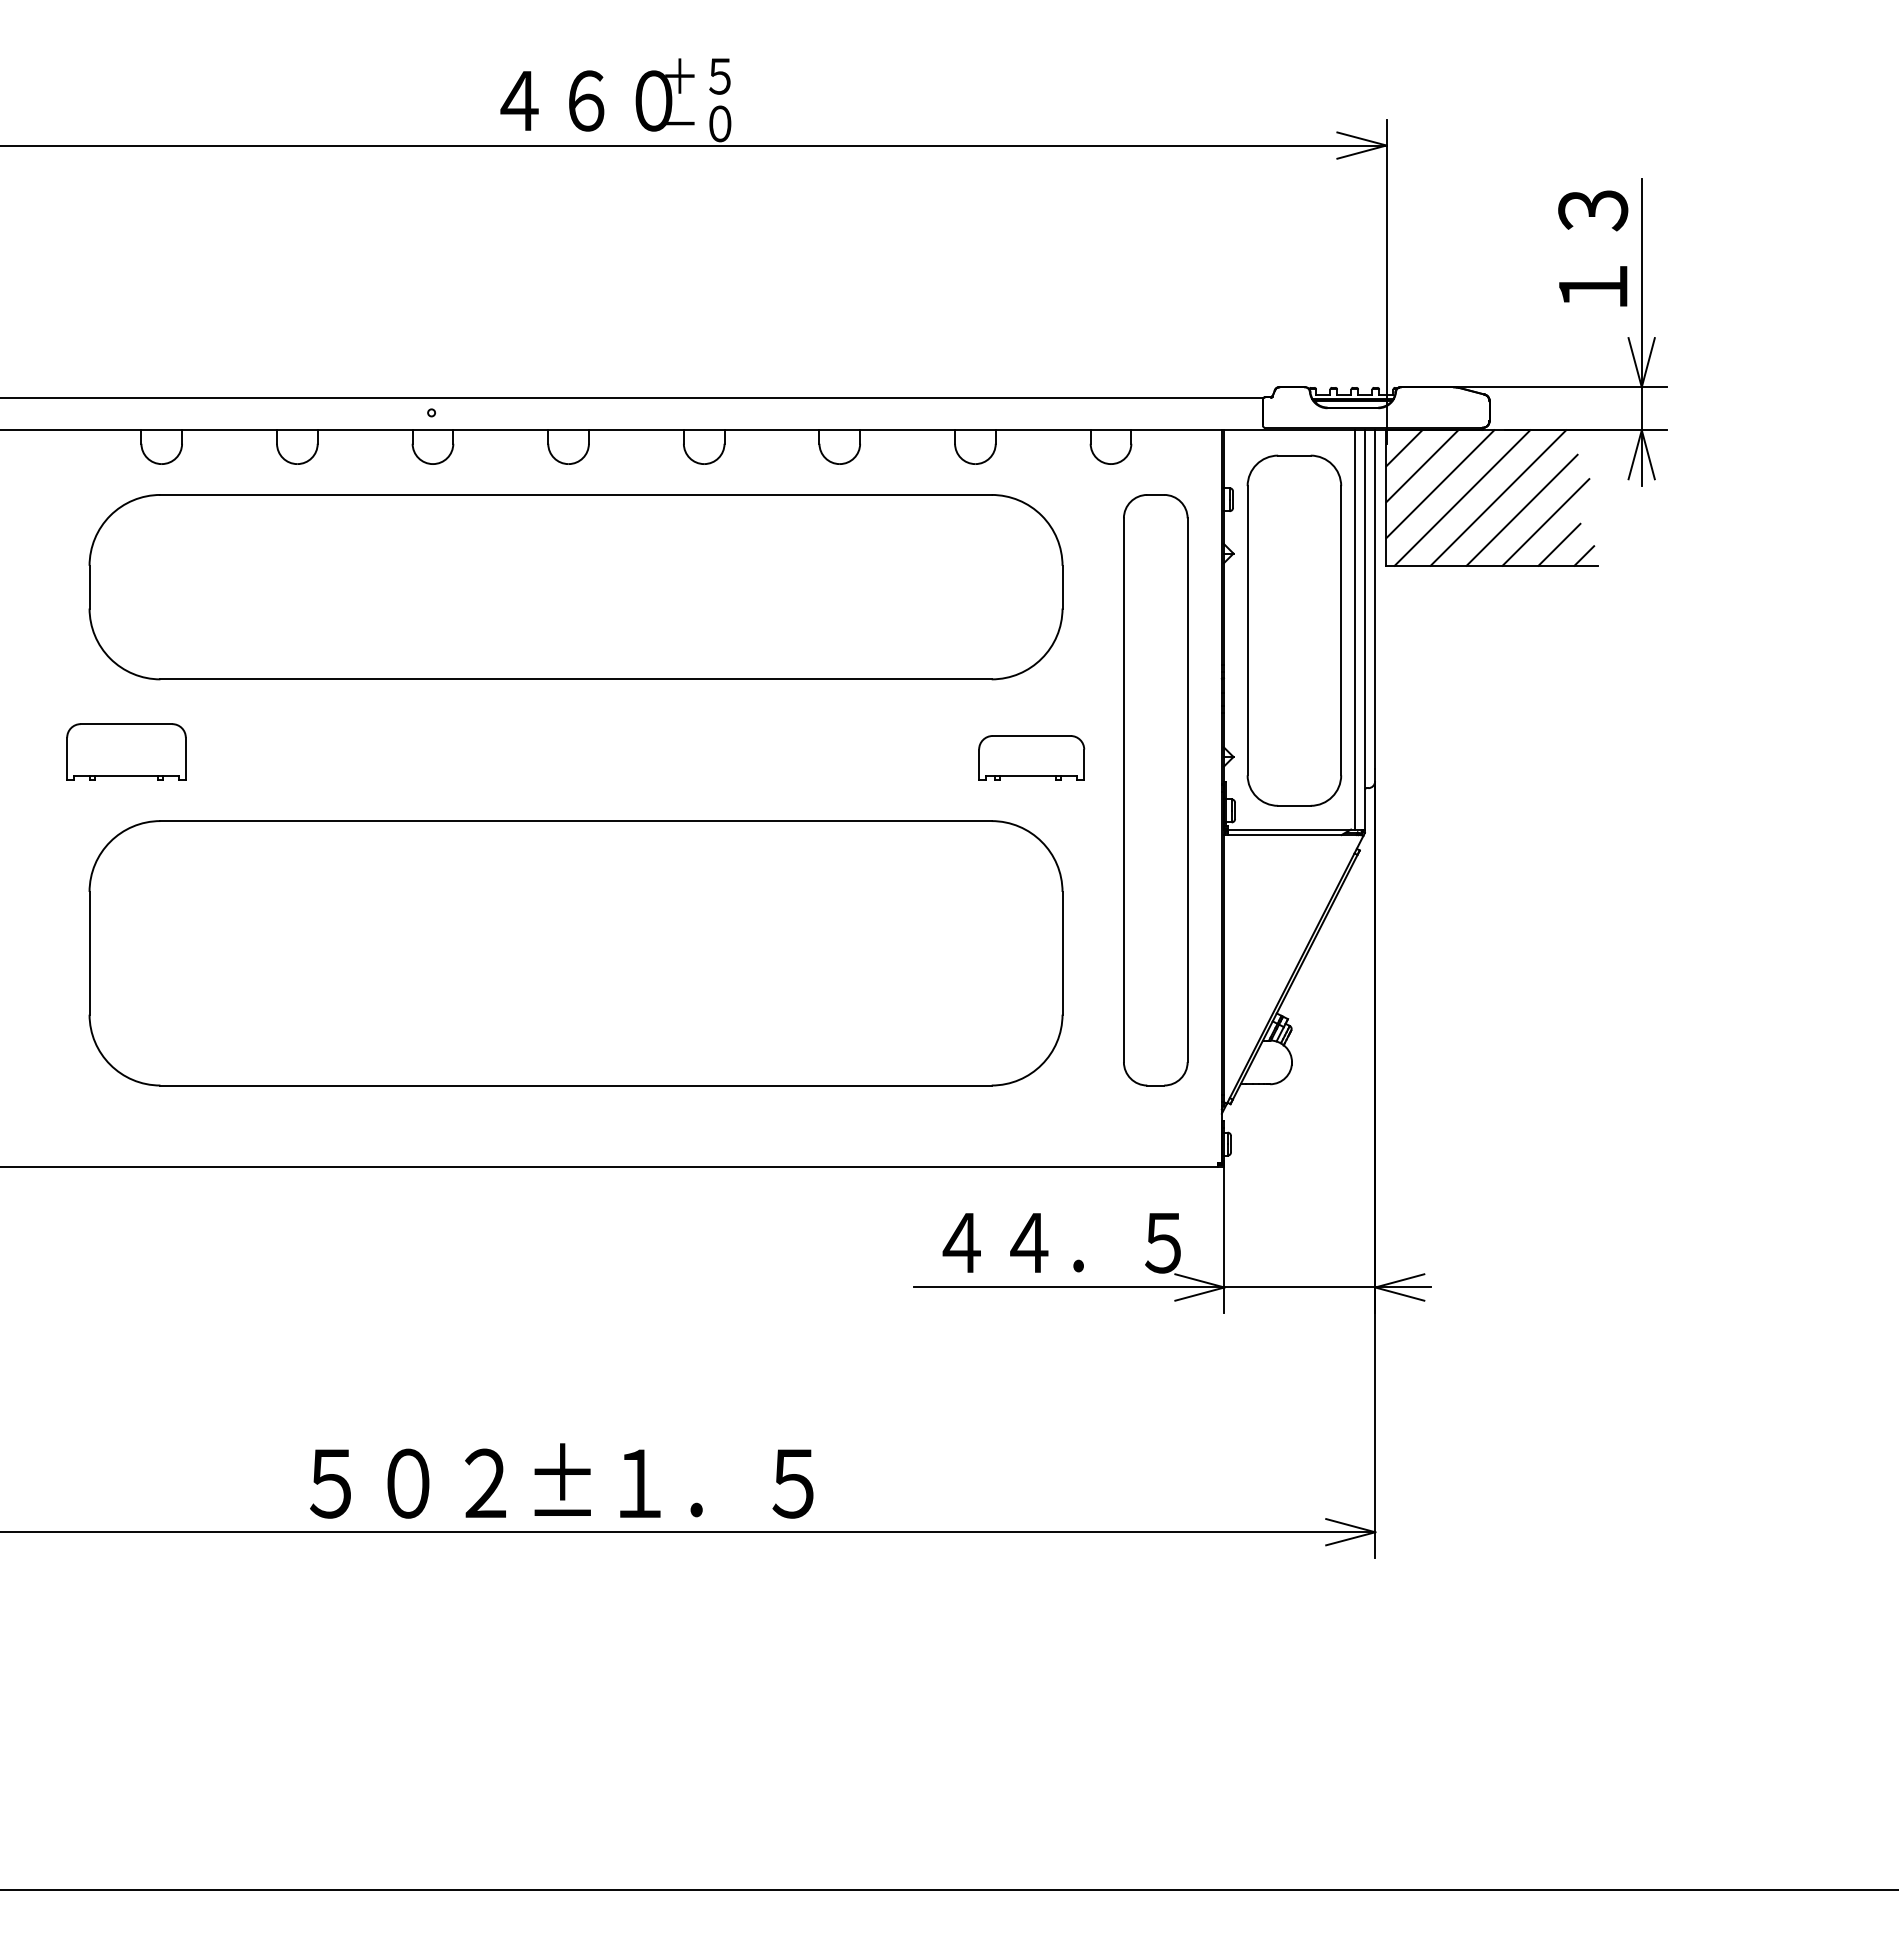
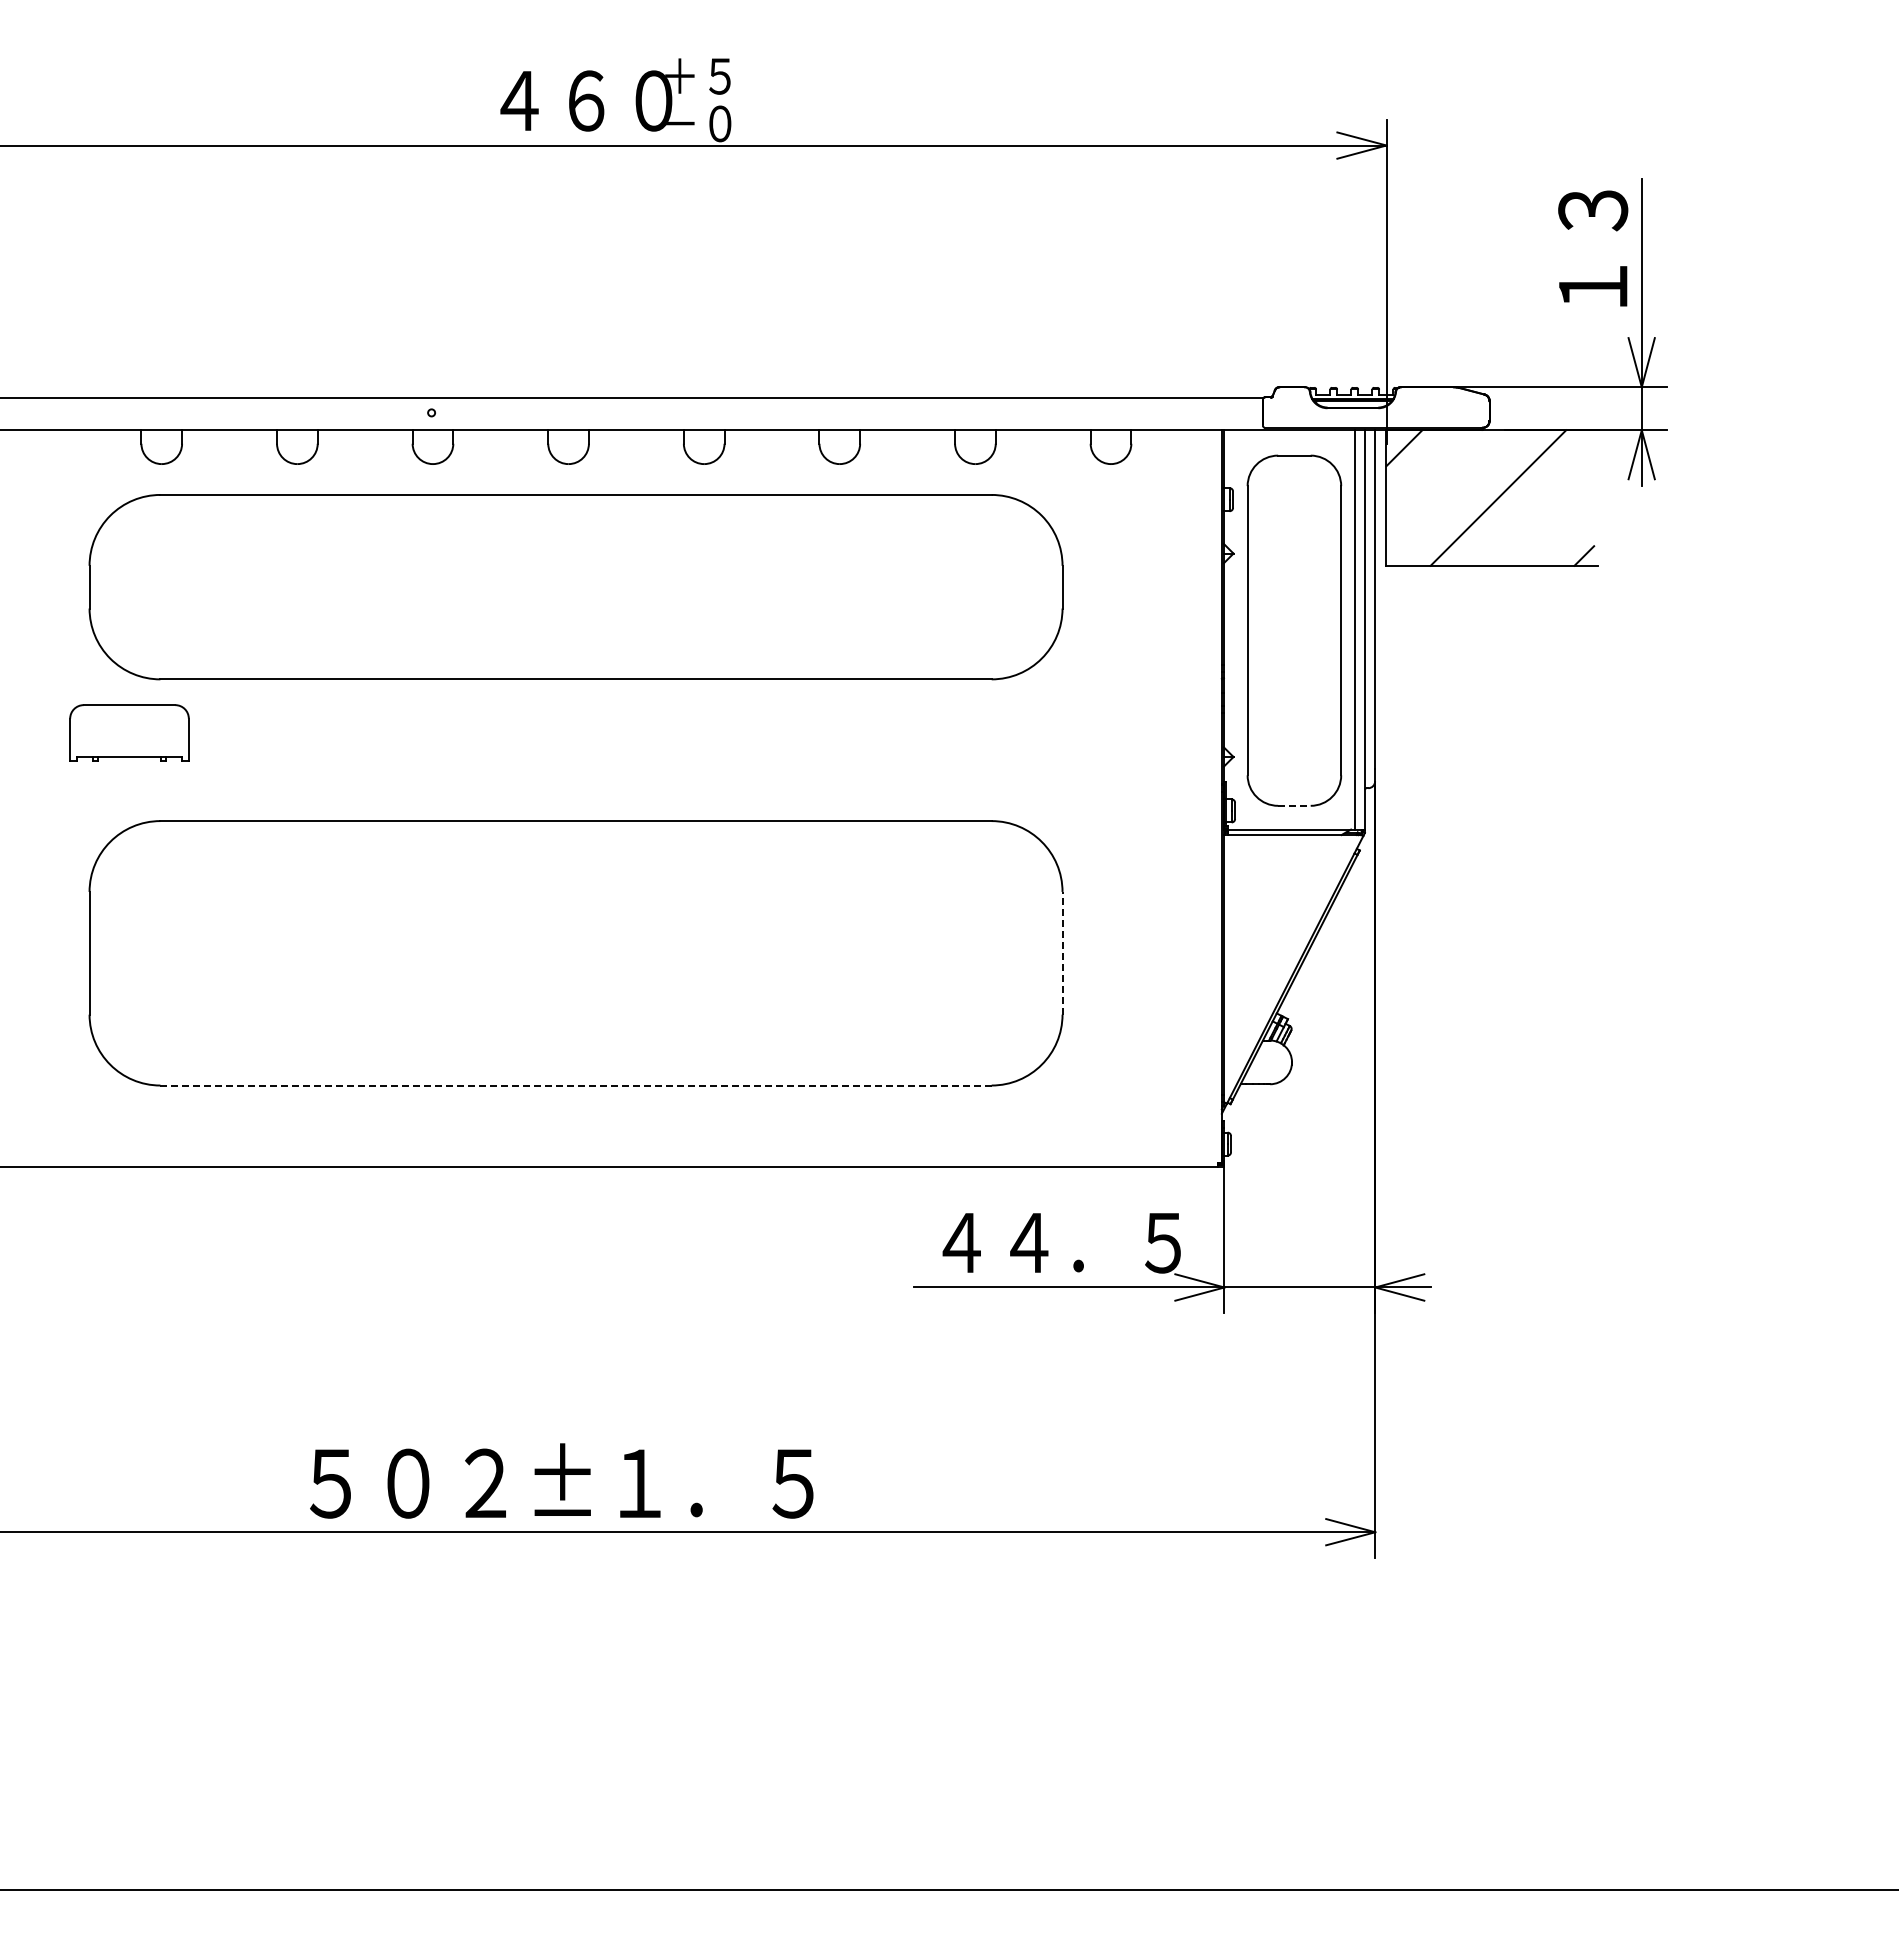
line at (1422, 466): present -> none
line at (1440, 484): present -> none
line at (1462, 497): present -> none
line at (1521, 509): present -> none
line at (1545, 522): present -> none
line at (1559, 544): present -> none
part at (126, 751) position: (126, 751) -> (129, 732)
part at (1031, 757): present -> none
part at (1155, 790): present -> none
line at (1294, 805): solid -> dashed
line at (1062, 952): solid -> dashed
line at (576, 1085): solid -> dashed
